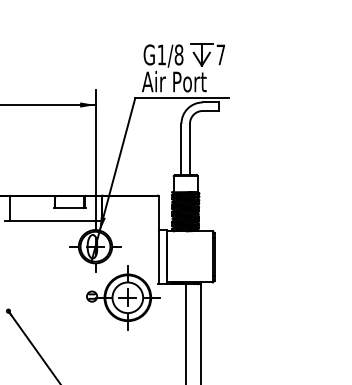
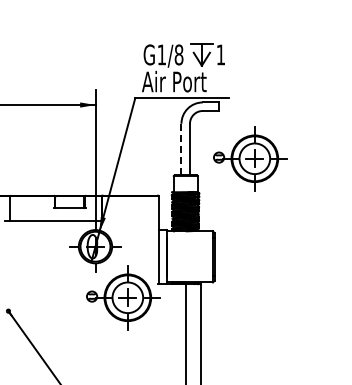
text at (220, 54): 7 -> 1
line at (181, 149): solid -> dashed
part at (250, 158): none -> present
